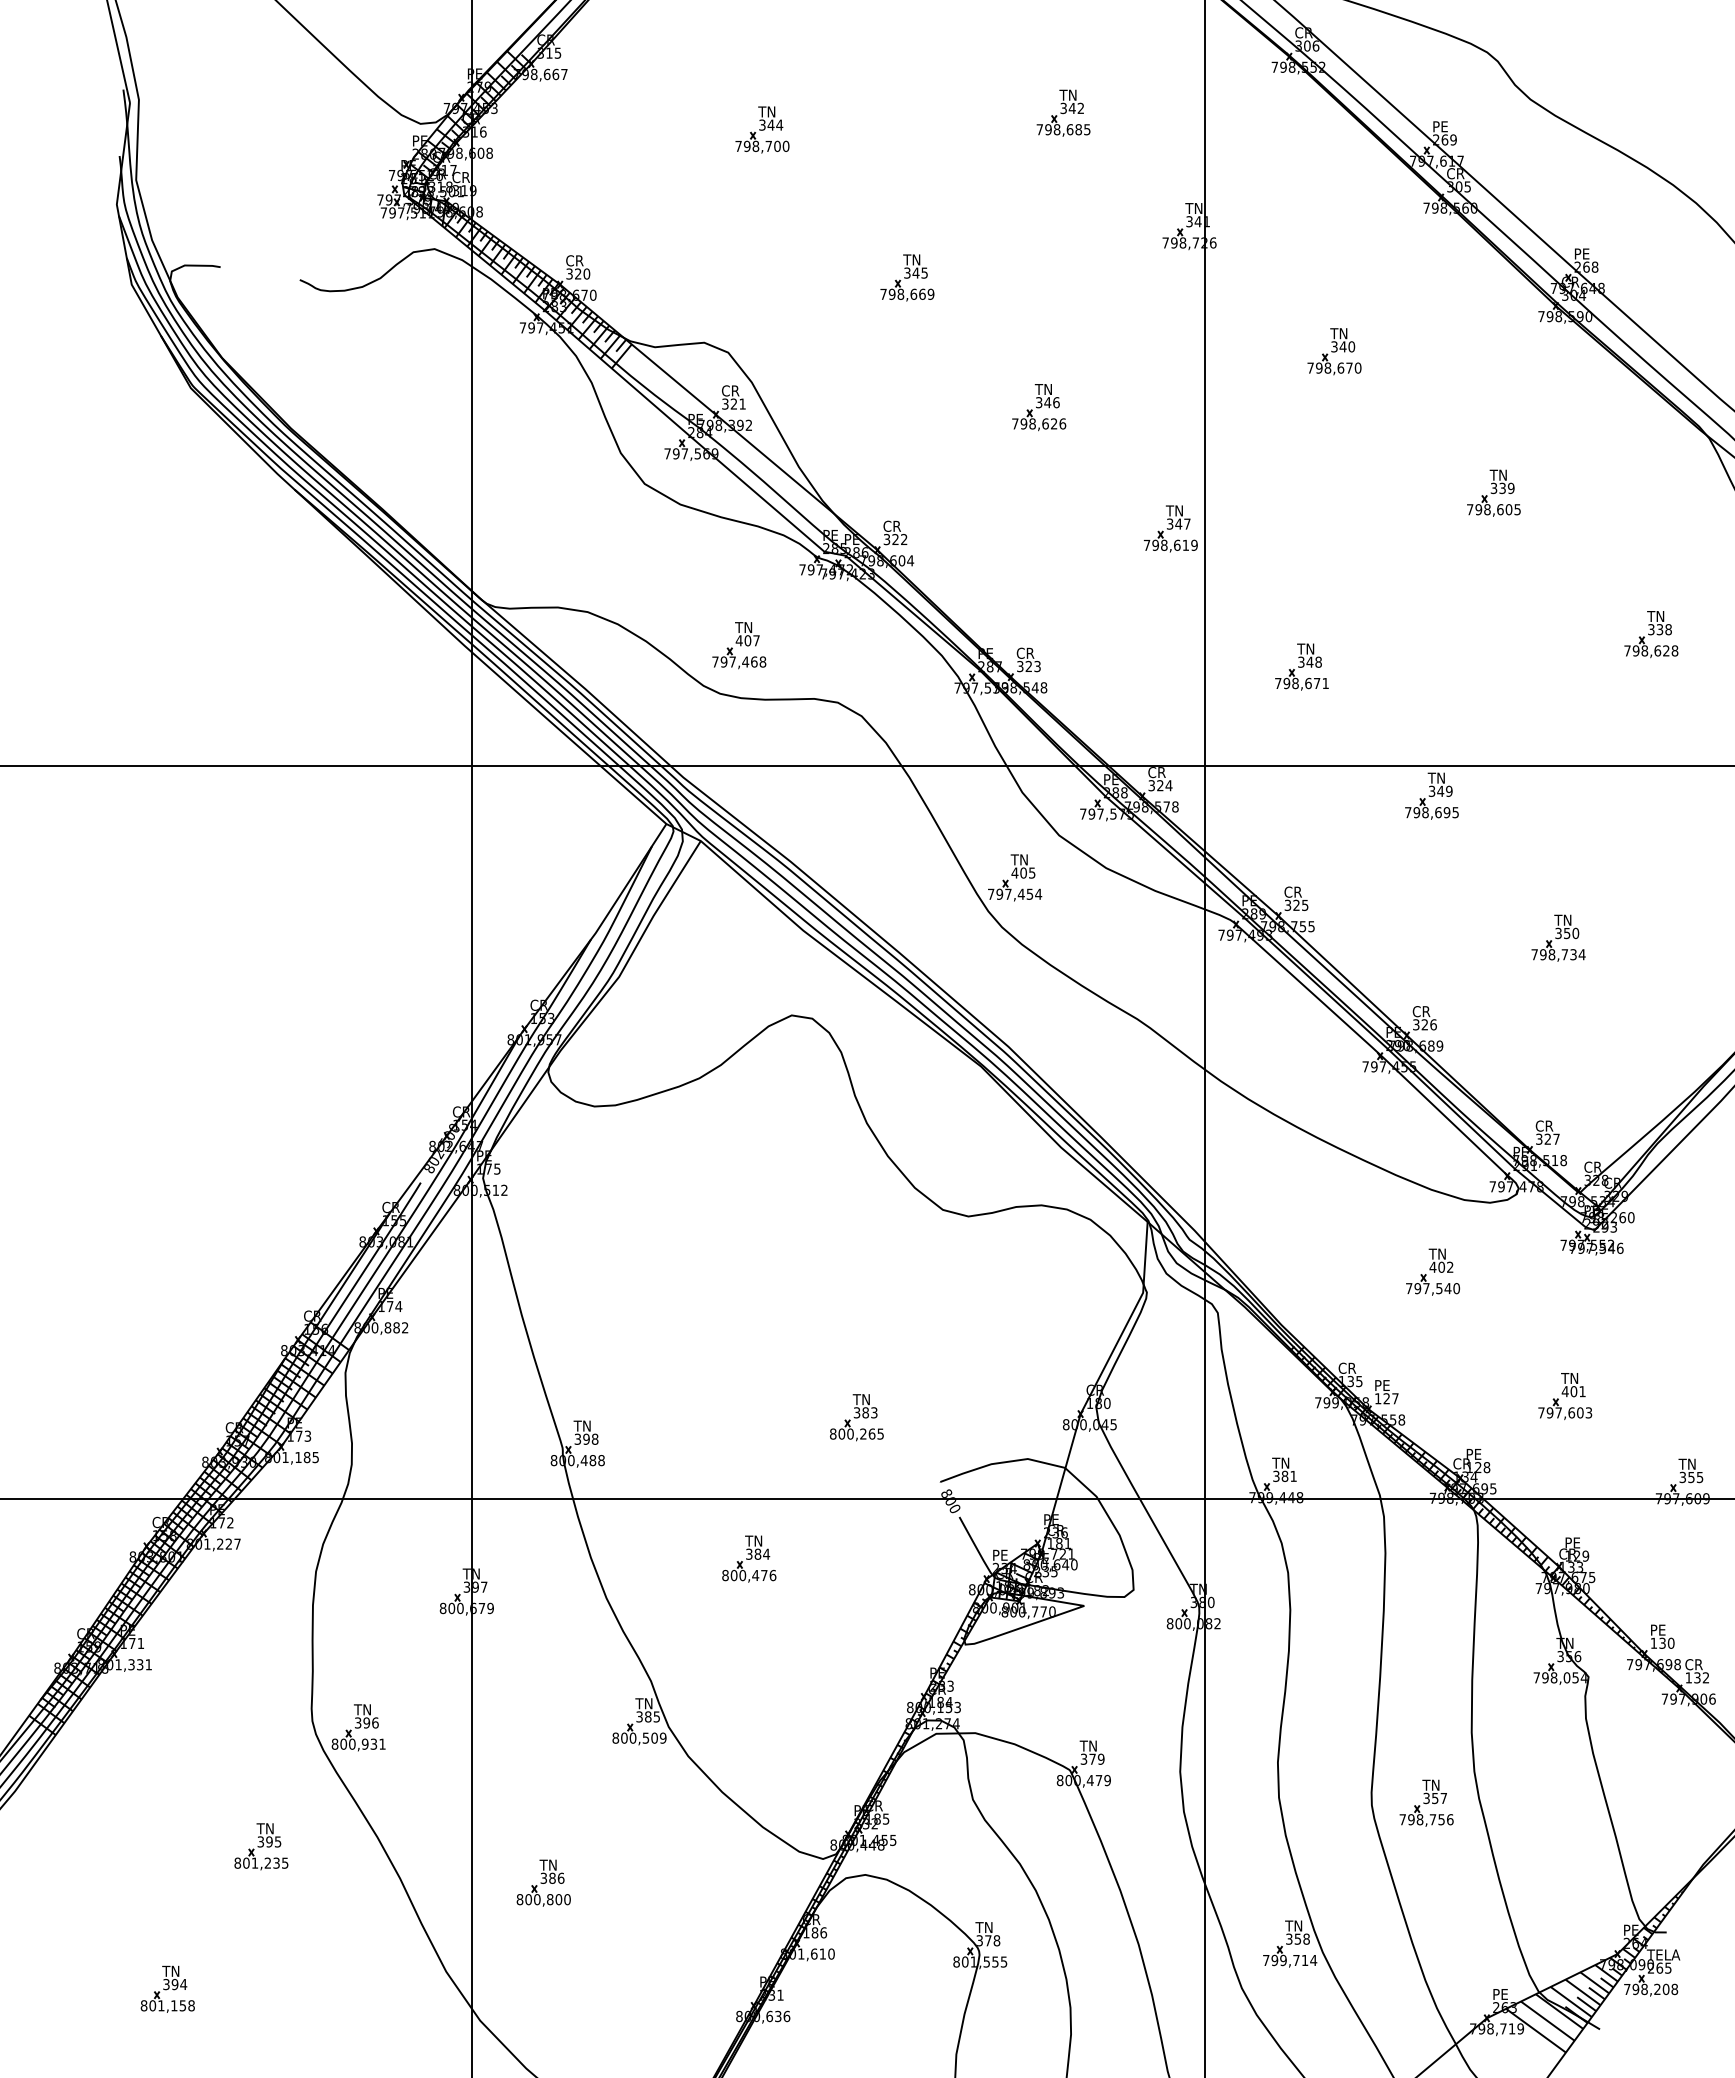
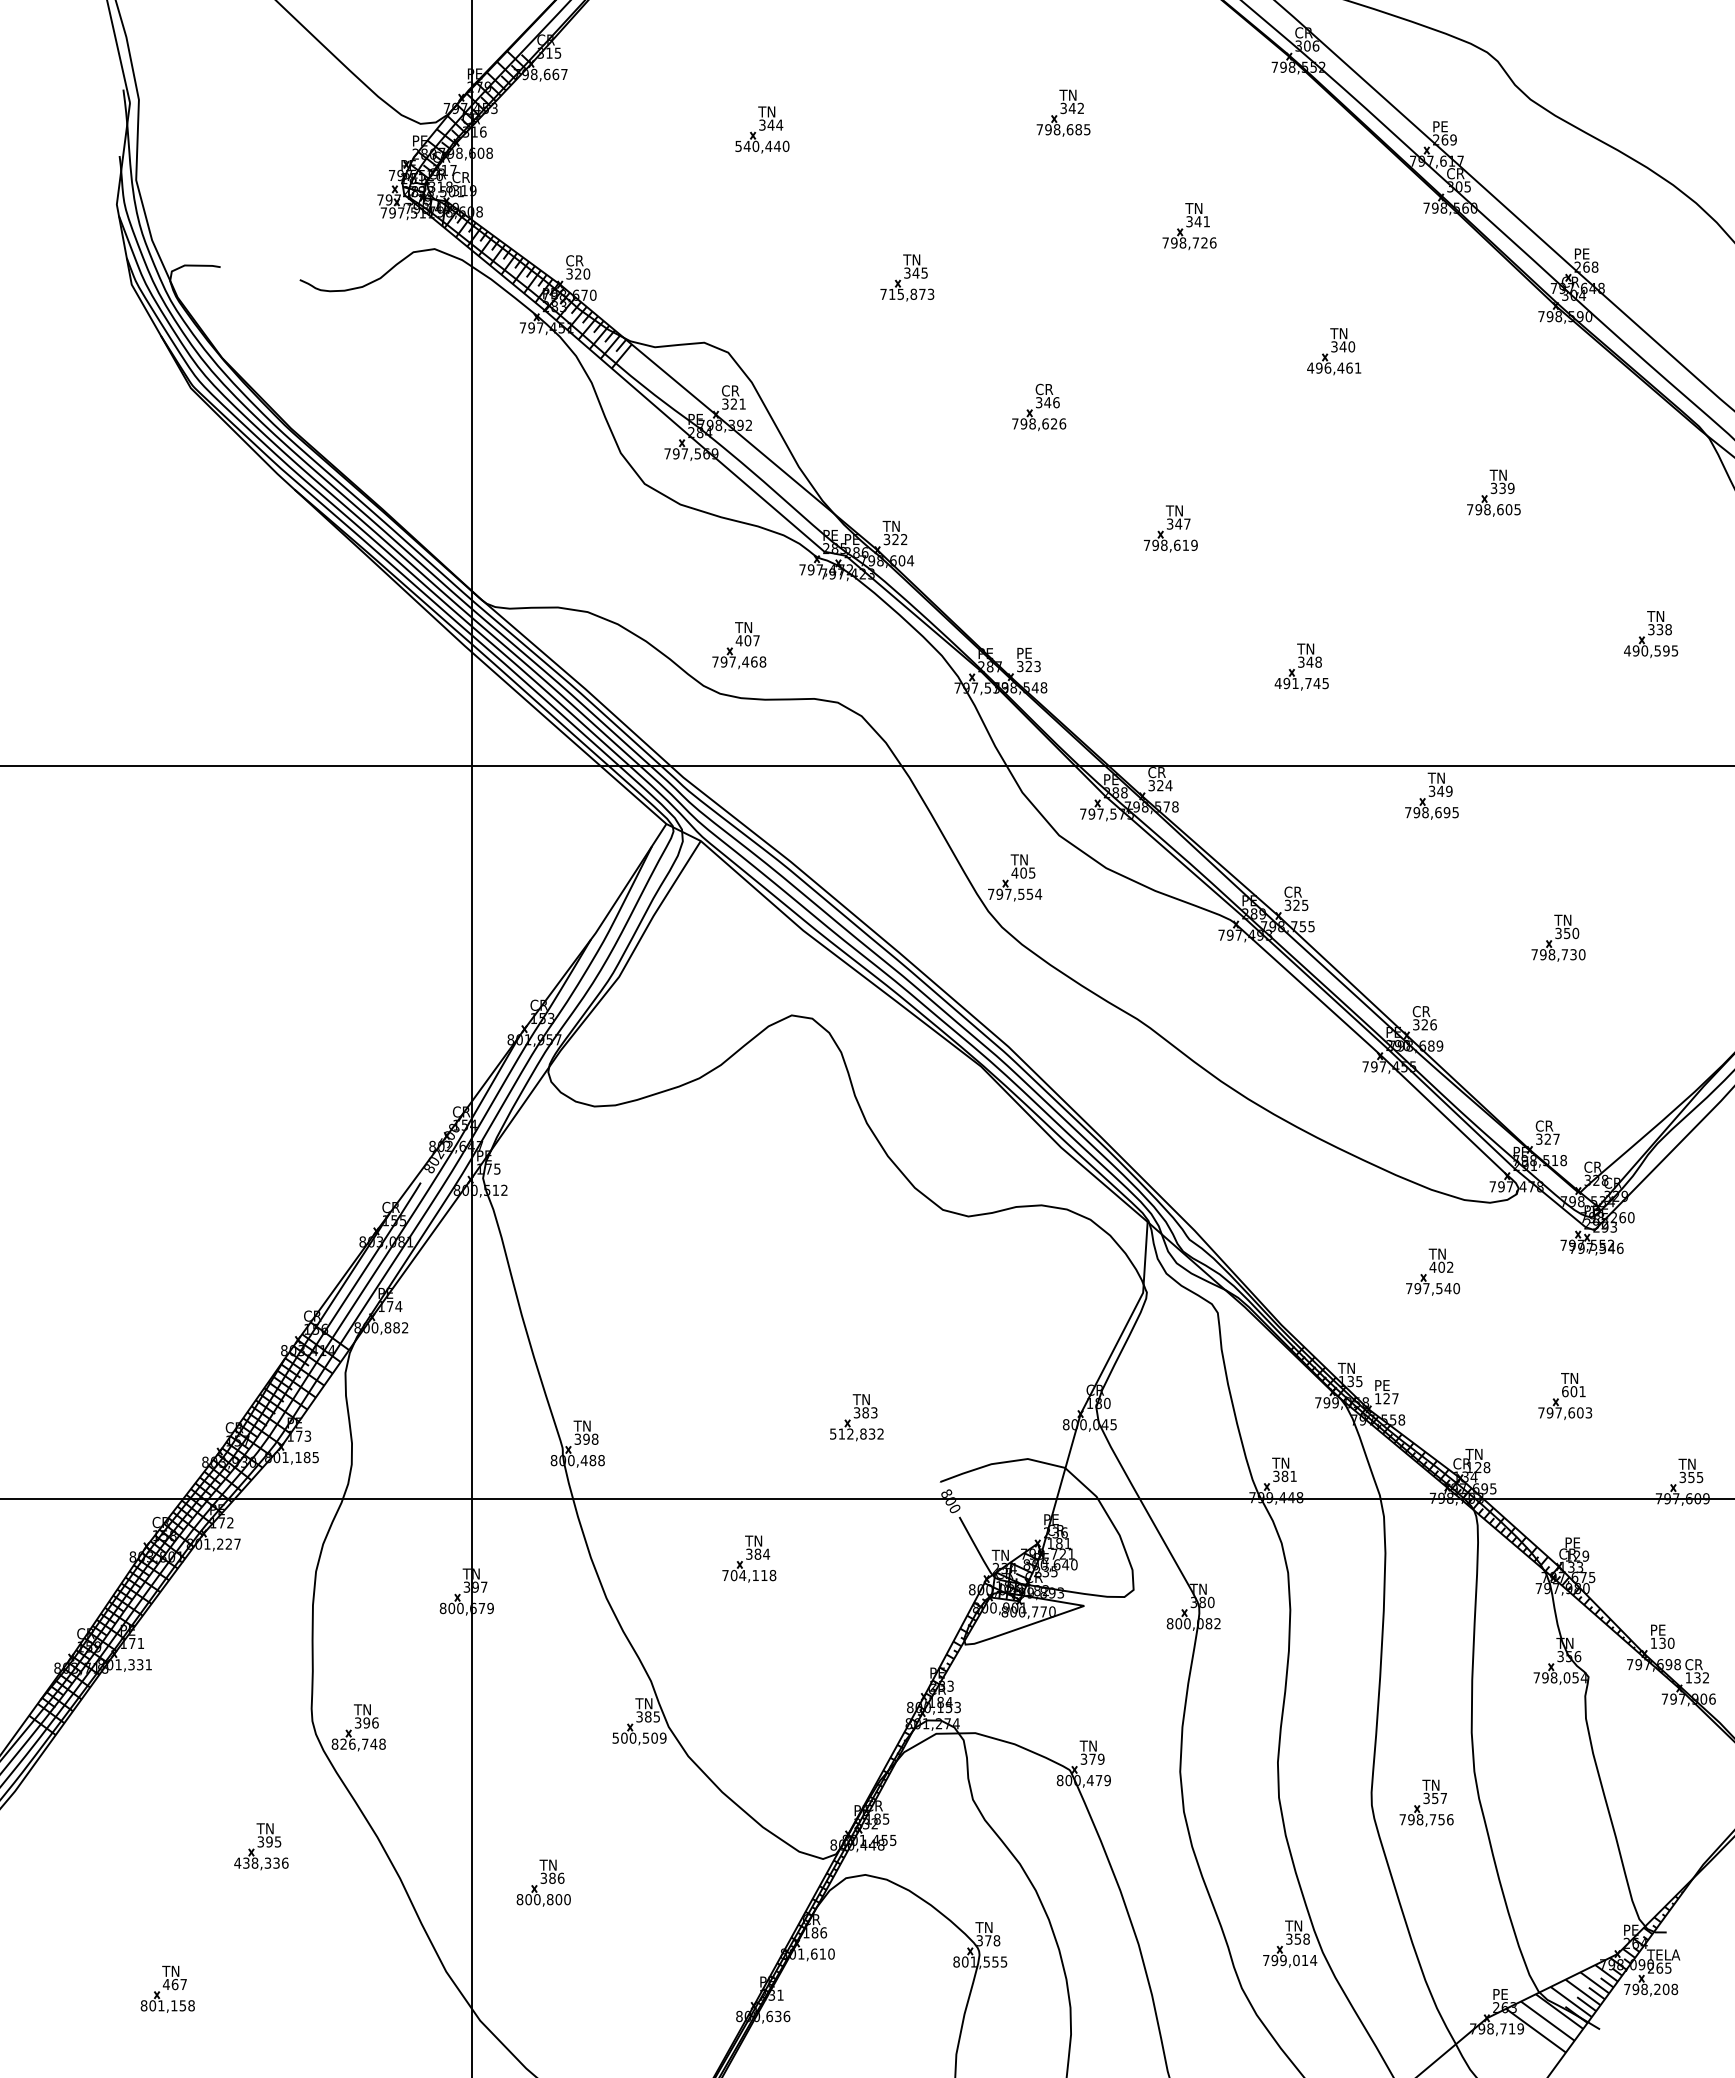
text at (757, 146): 798,700 -> 540,440
text at (911, 293): 798,669 -> 715,873
text at (1334, 367): 798,670 -> 496,461
text at (1043, 389): TN -> CR
text at (891, 525): CR -> TN
text at (1651, 650): 798,628 -> 490,595
text at (1025, 652): CR -> PE
text at (1301, 683): 798,671 -> 491,745
text at (1020, 893): 797,454 -> 797,554
text at (1581, 954): 798,734 -> 798,730
line at (1205, 1038): present -> none
text at (1346, 1367): CR -> TN
text at (1564, 1391): 401 -> 601
text at (856, 1433): 800,265 -> 512,832
text at (1473, 1454): PE -> TN
text at (999, 1554): PE -> TN
text at (749, 1575): 800,476 -> 704,118
text at (615, 1737): 800,509 -> 500,509
text at (362, 1743): 800,931 -> 826,748
text at (261, 1862): 801,235 -> 438,336
text at (1296, 1960): 799,714 -> 799,014
text at (174, 1984): 394 -> 467
